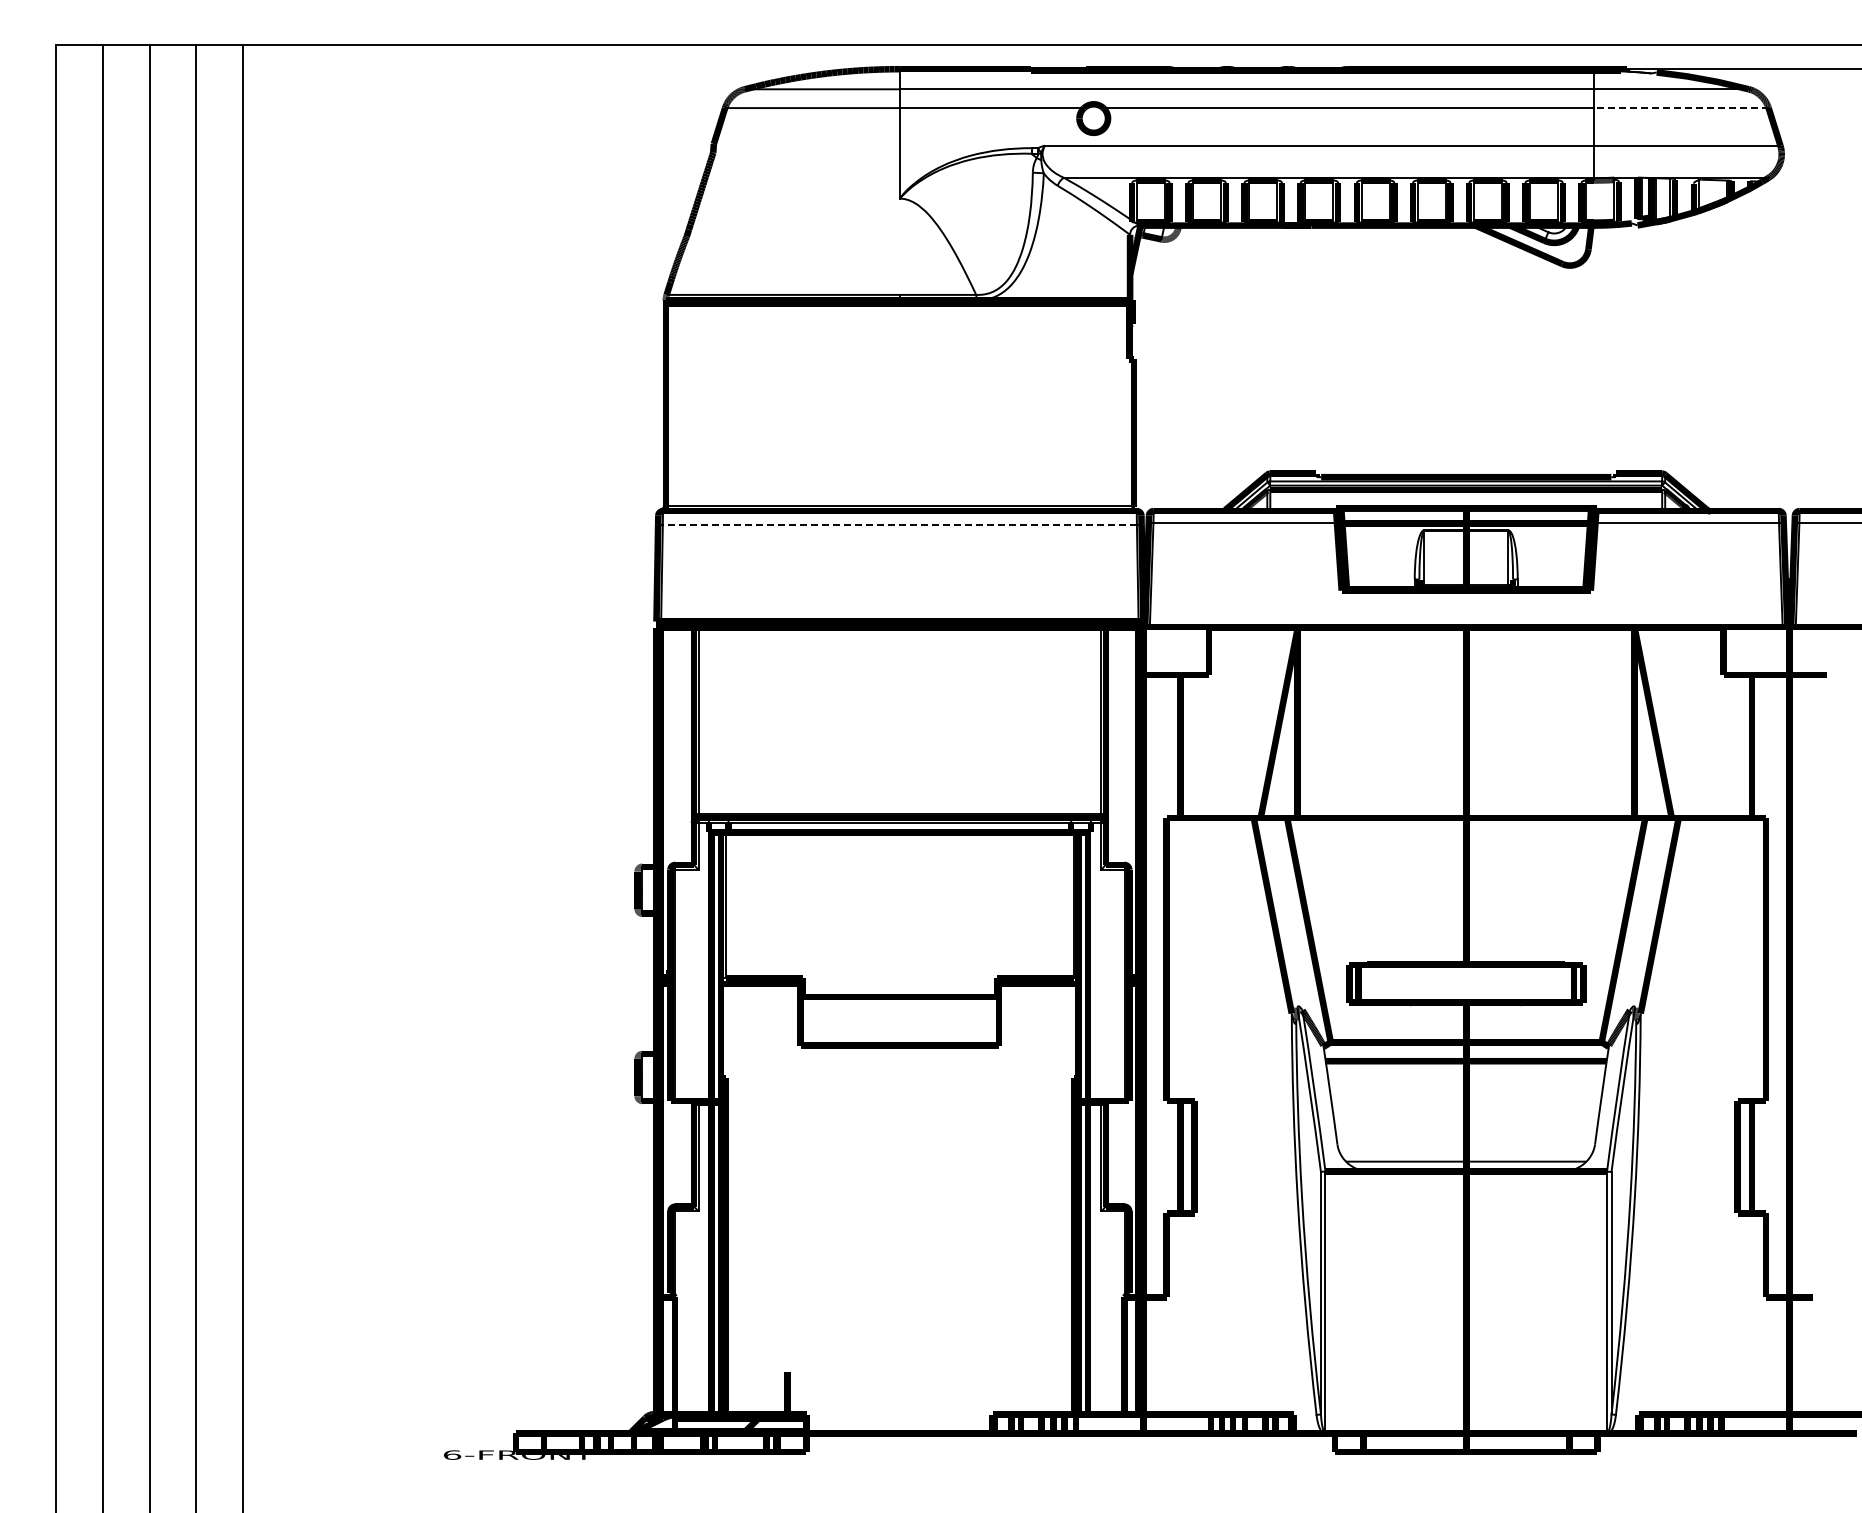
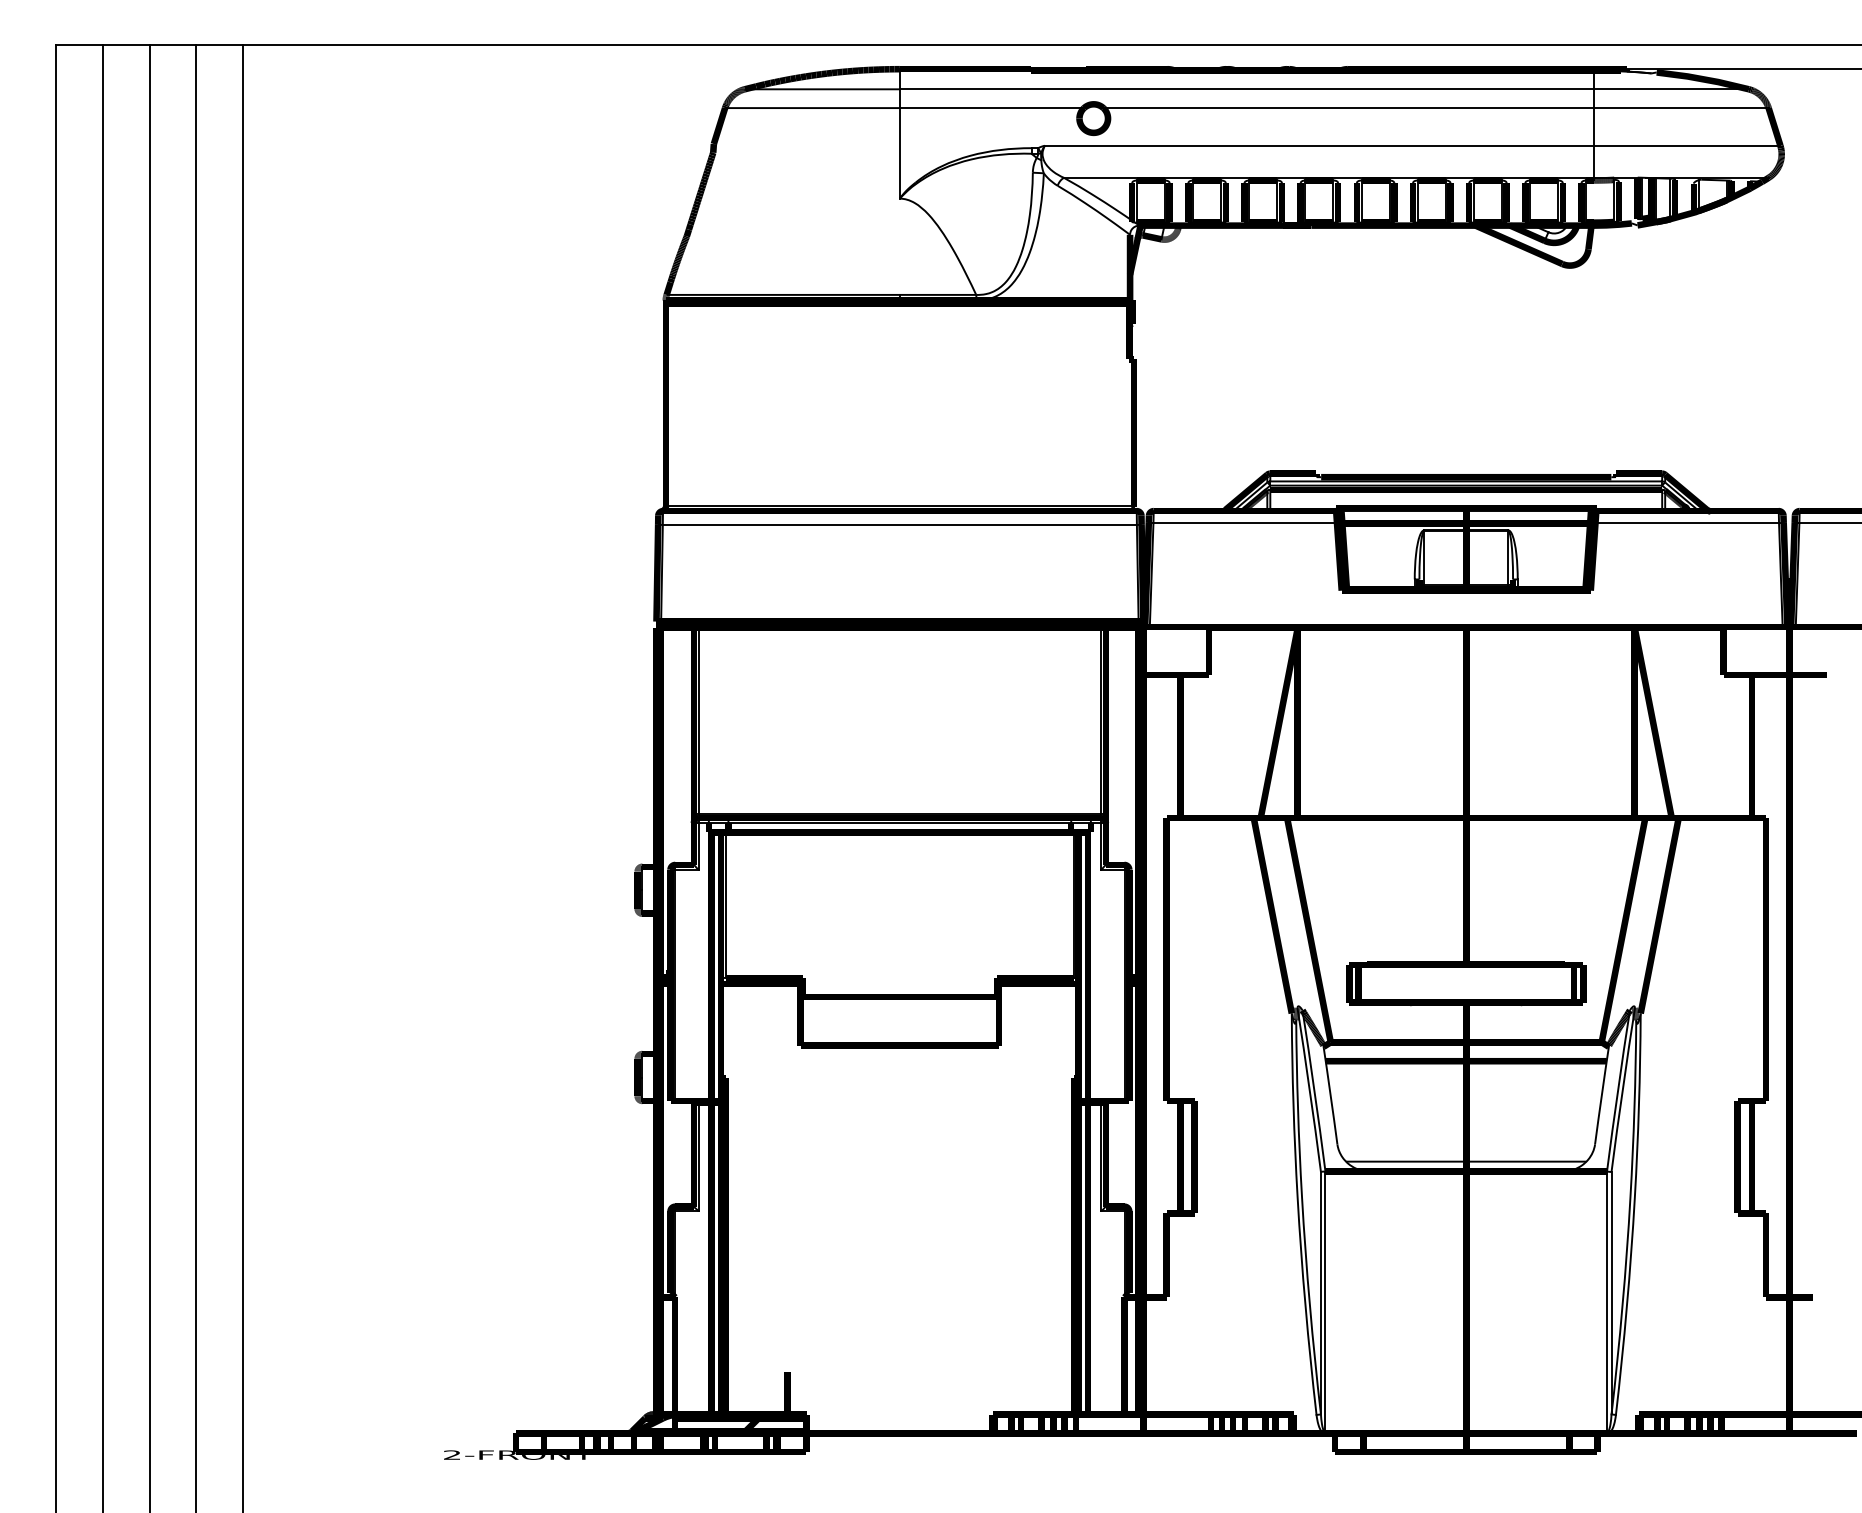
line at (1680, 108): dashed -> solid
line at (899, 524): dashed -> solid
text at (452, 1454): 6-FRONT -> 2-FRONT
